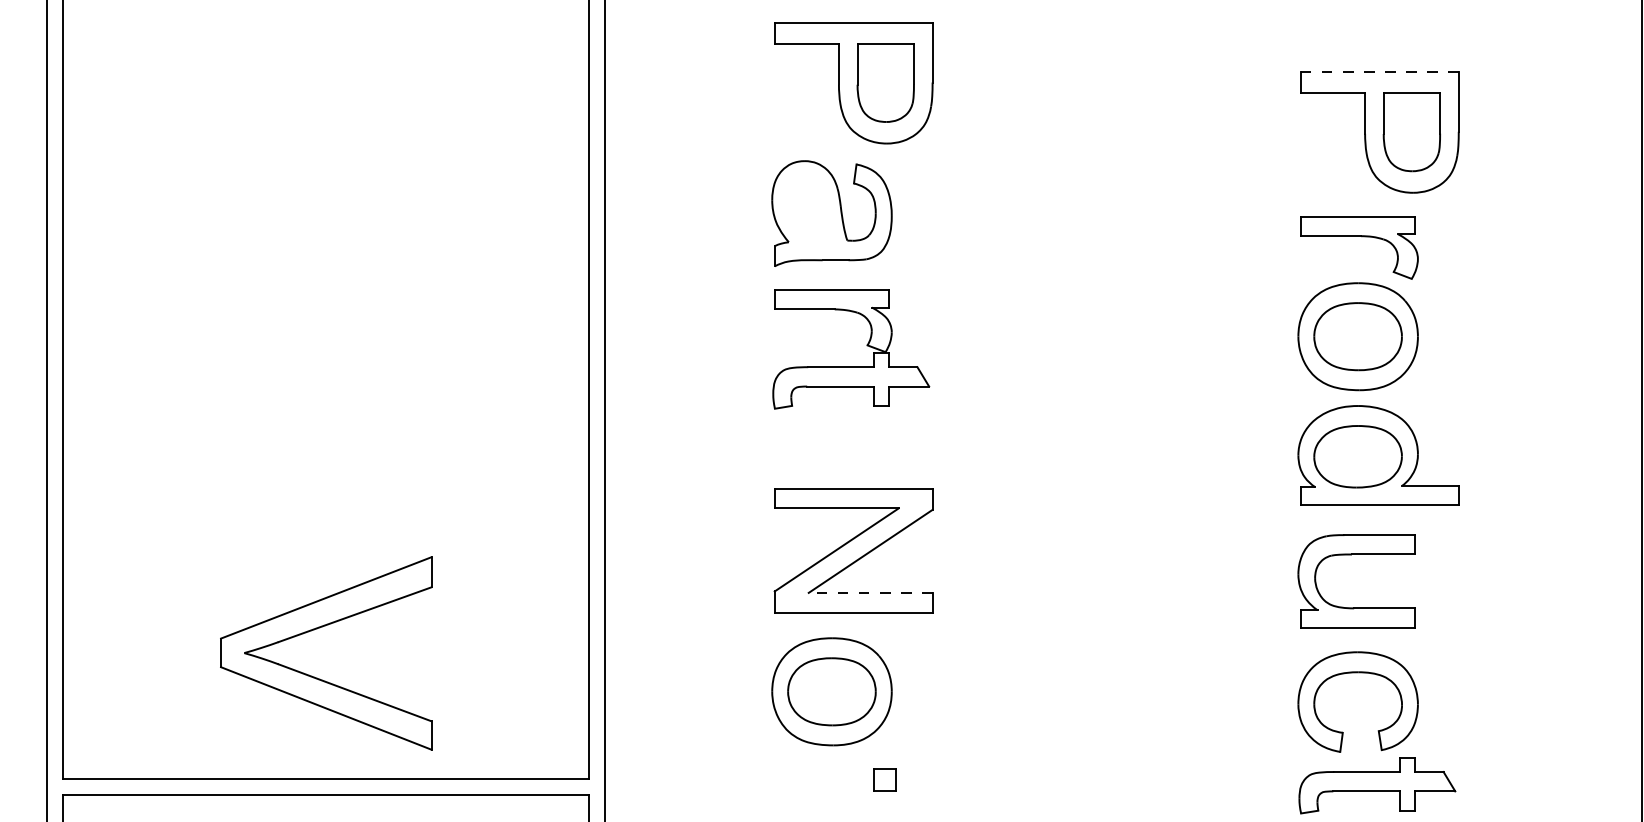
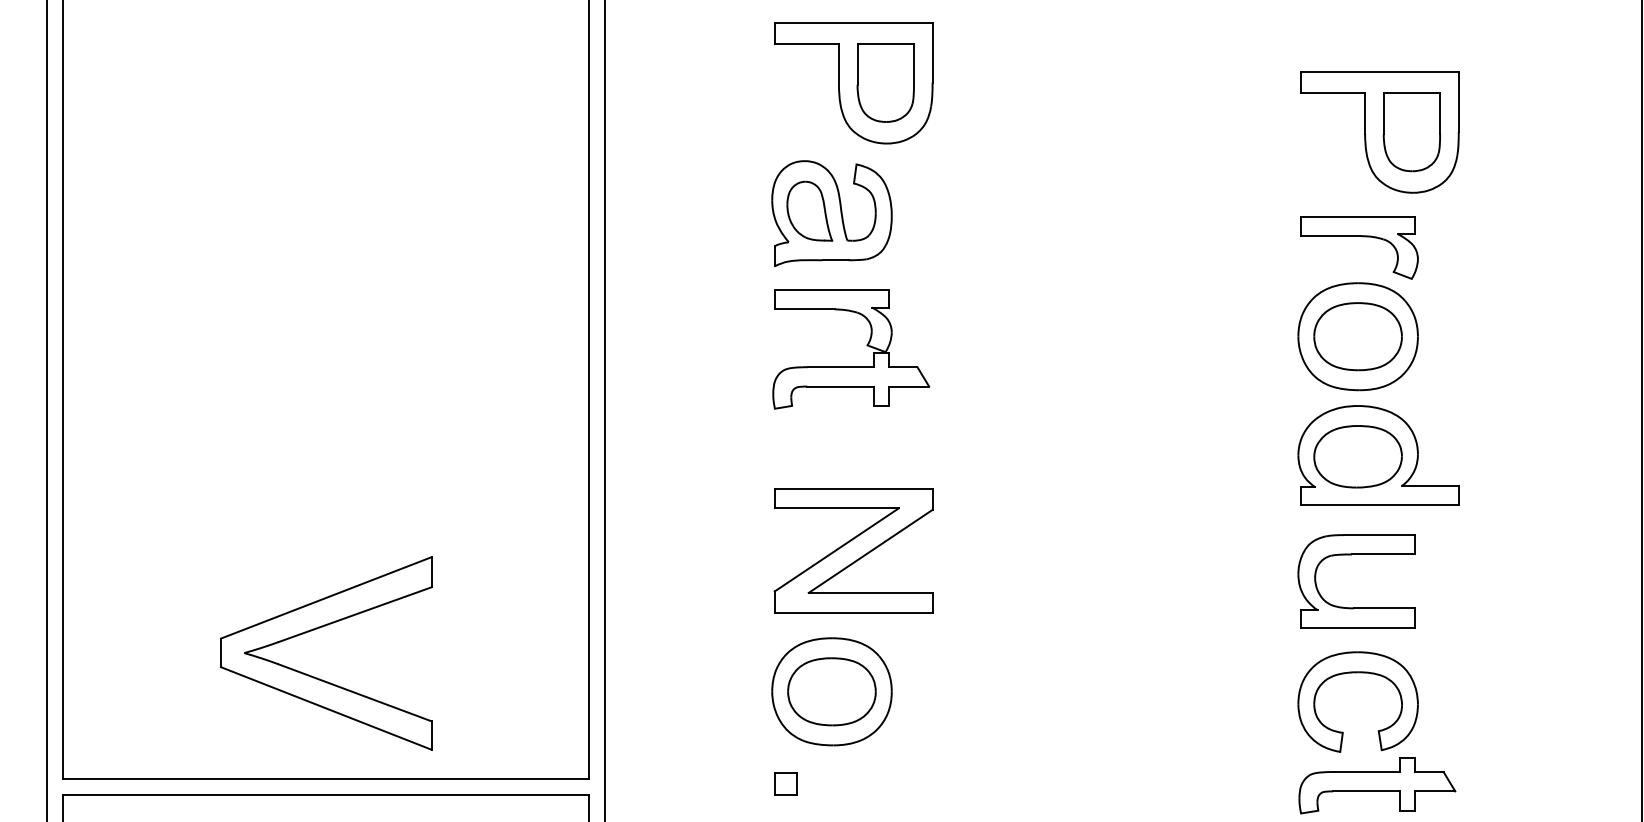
line at (1379, 72): dashed -> solid
part at (809, 210): none -> present
line at (870, 592): dashed -> solid
part at (884, 779) position: (884, 779) -> (785, 783)
